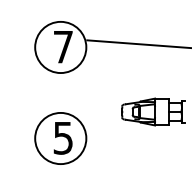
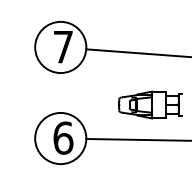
line at (137, 43) position: (137, 43) -> (137, 52)
part at (153, 111) position: (153, 111) -> (150, 104)
text at (63, 137): 5 -> 6
line at (137, 139): none -> present
